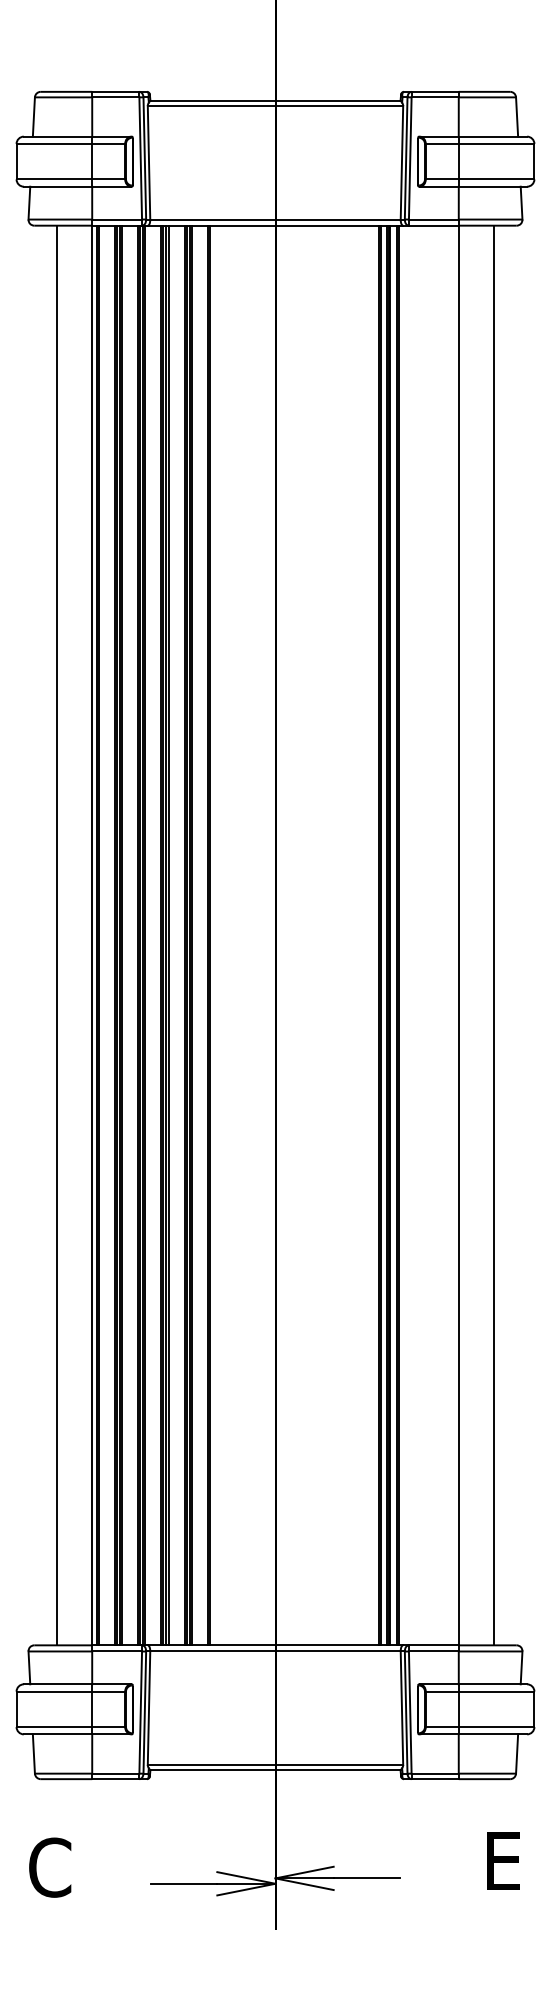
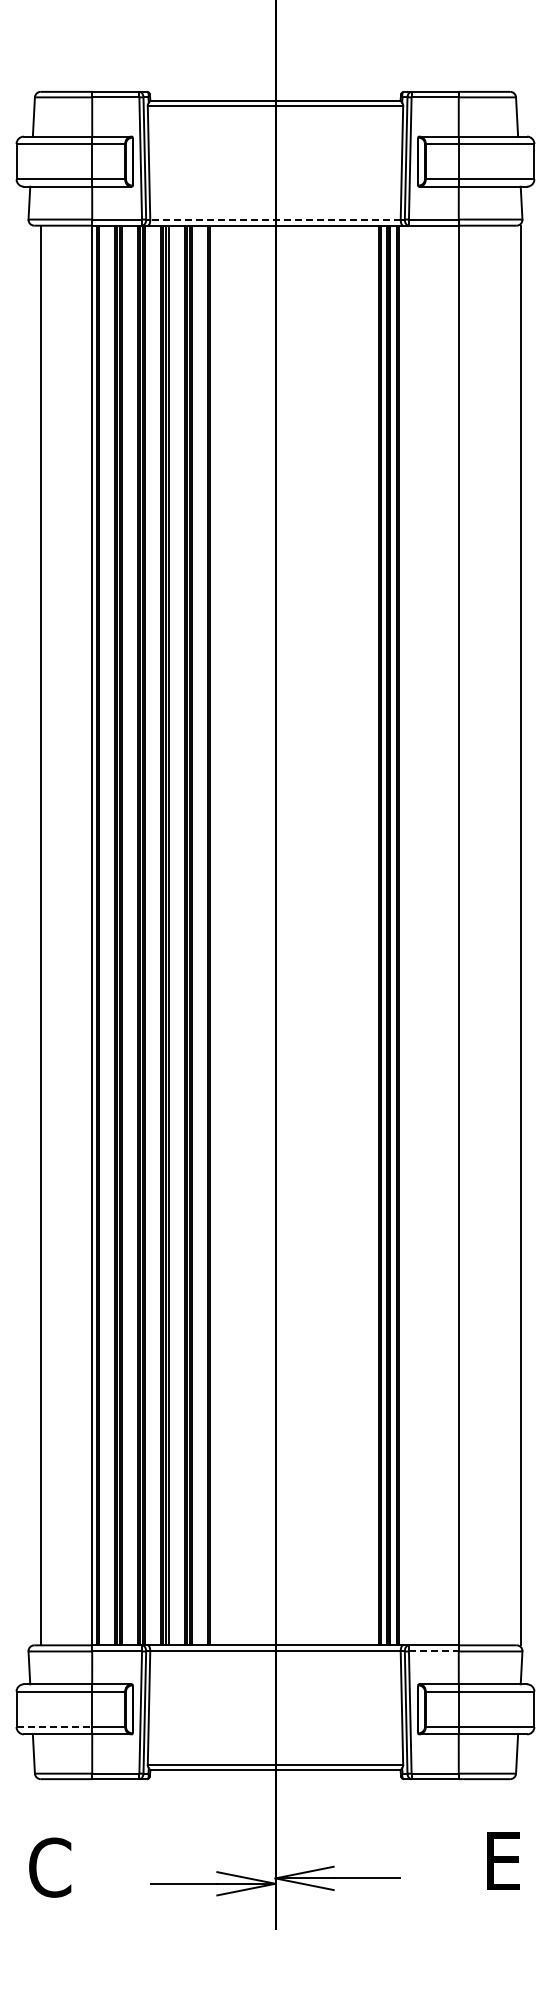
line at (275, 219): solid -> dashed
line at (57, 935) position: (57, 935) -> (41, 935)
line at (493, 935) position: (493, 935) -> (520, 935)
line at (433, 1651): solid -> dashed
line at (54, 1727): solid -> dashed
